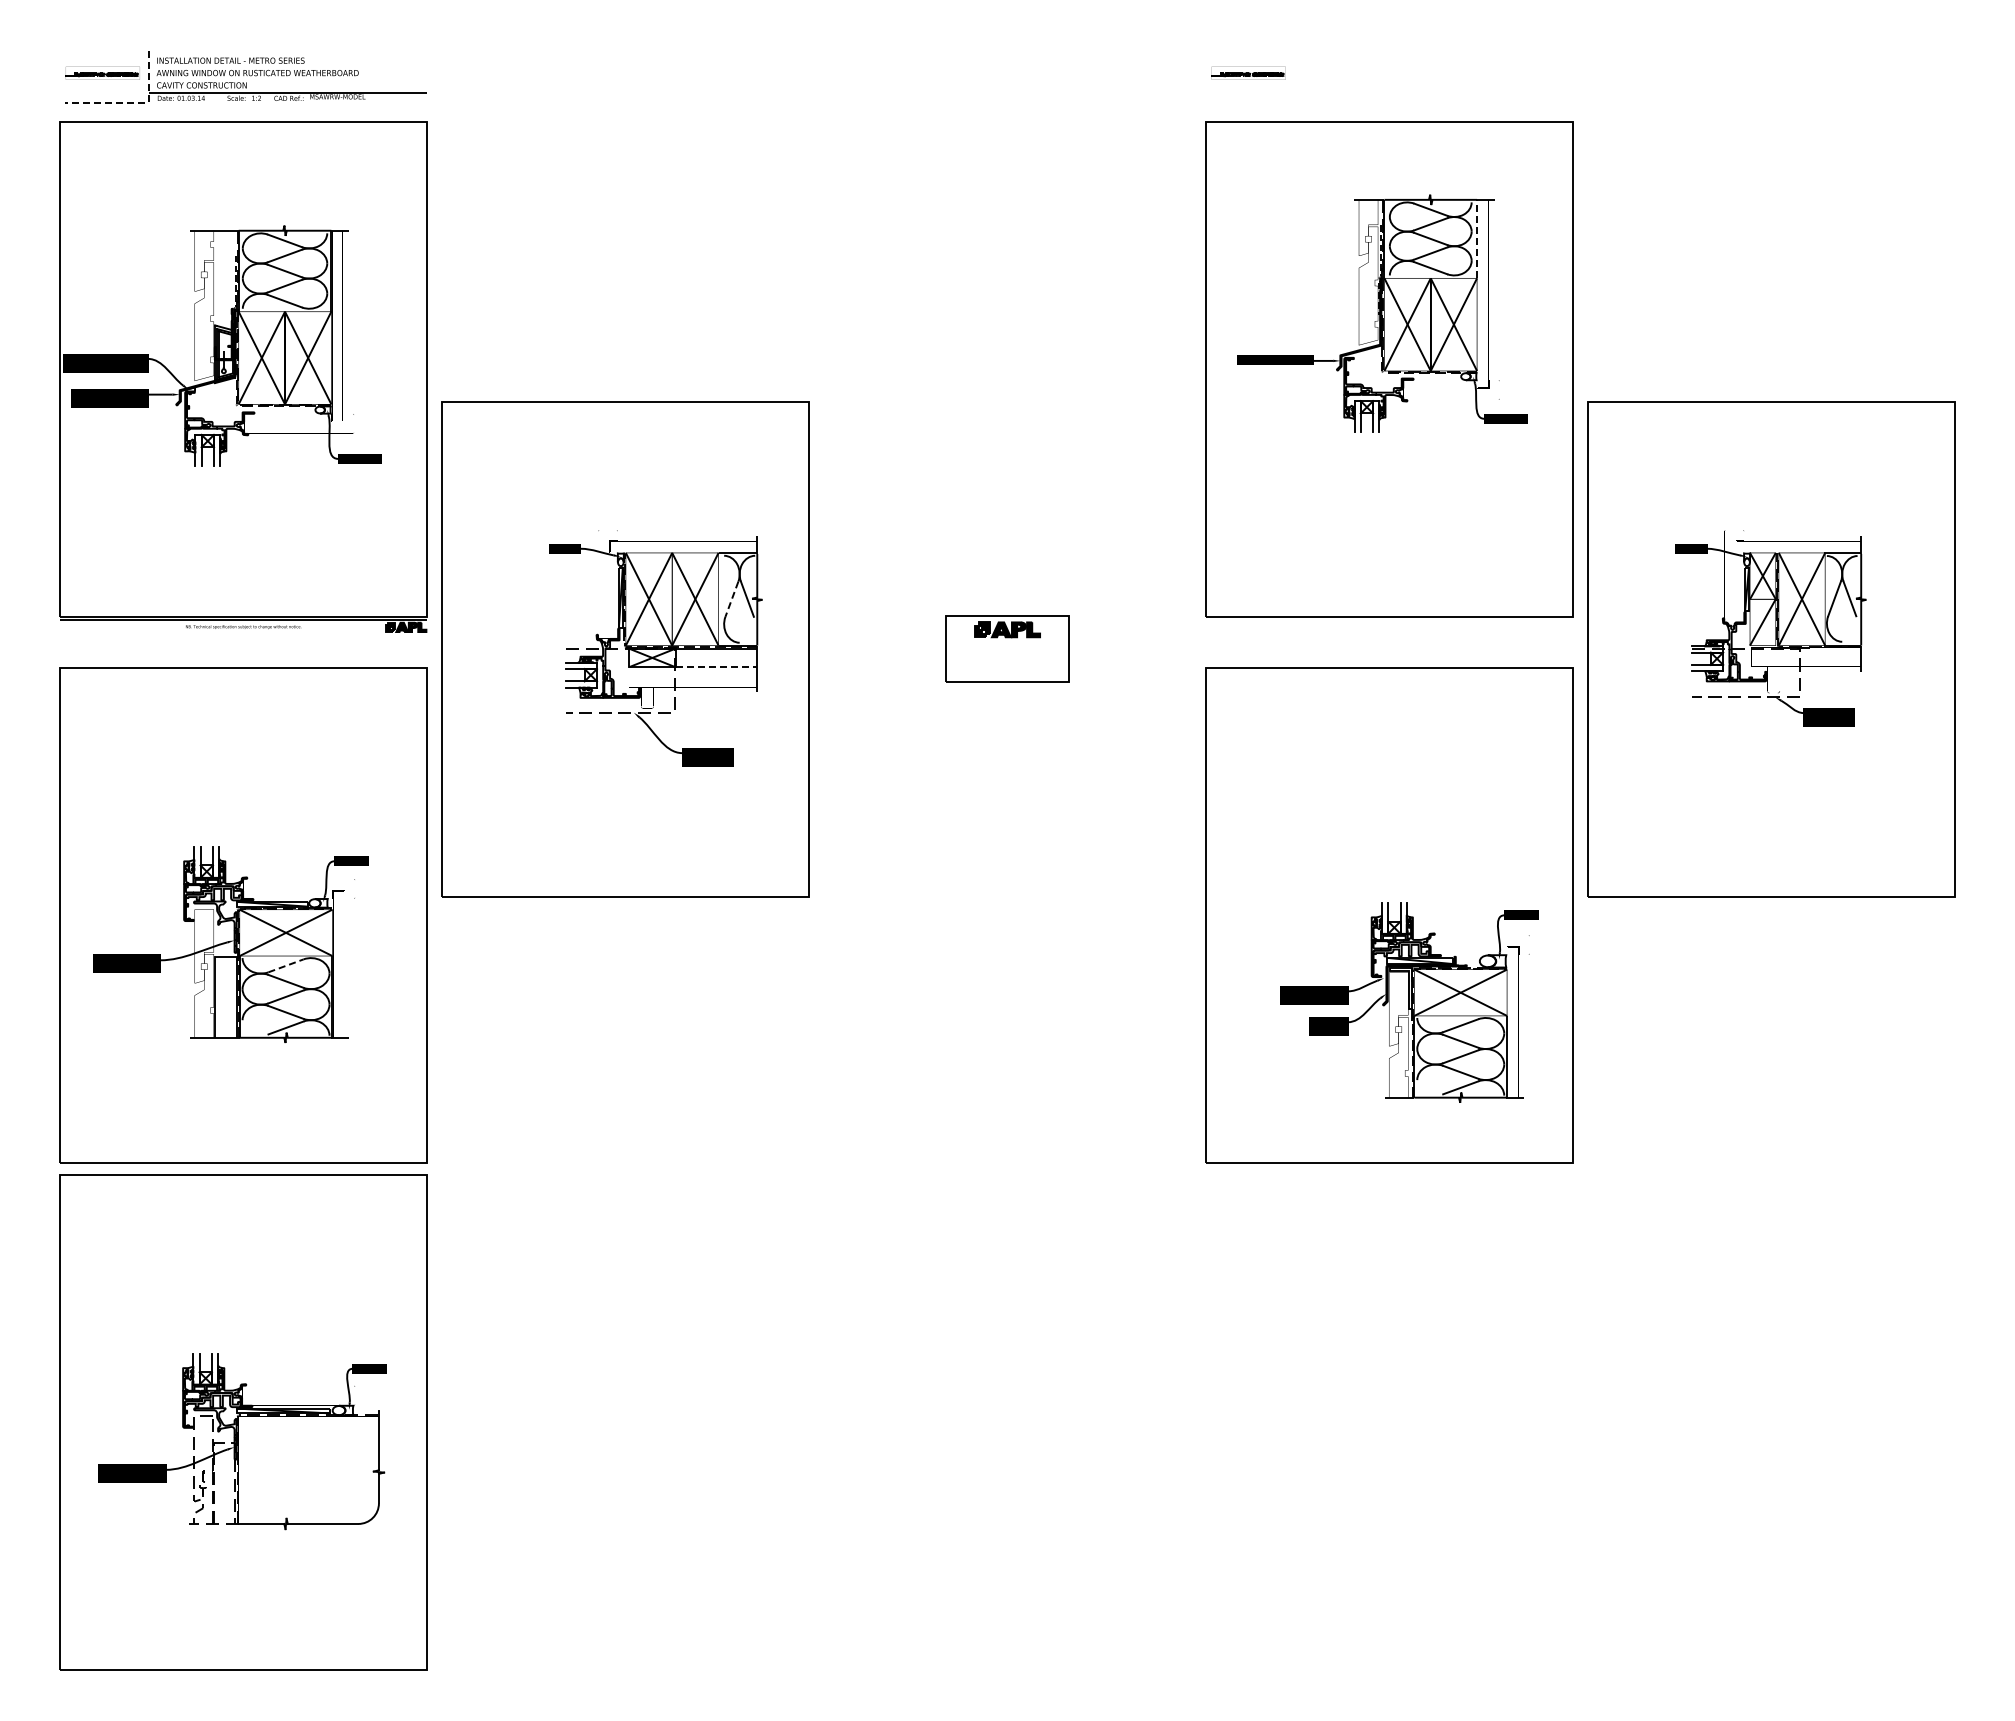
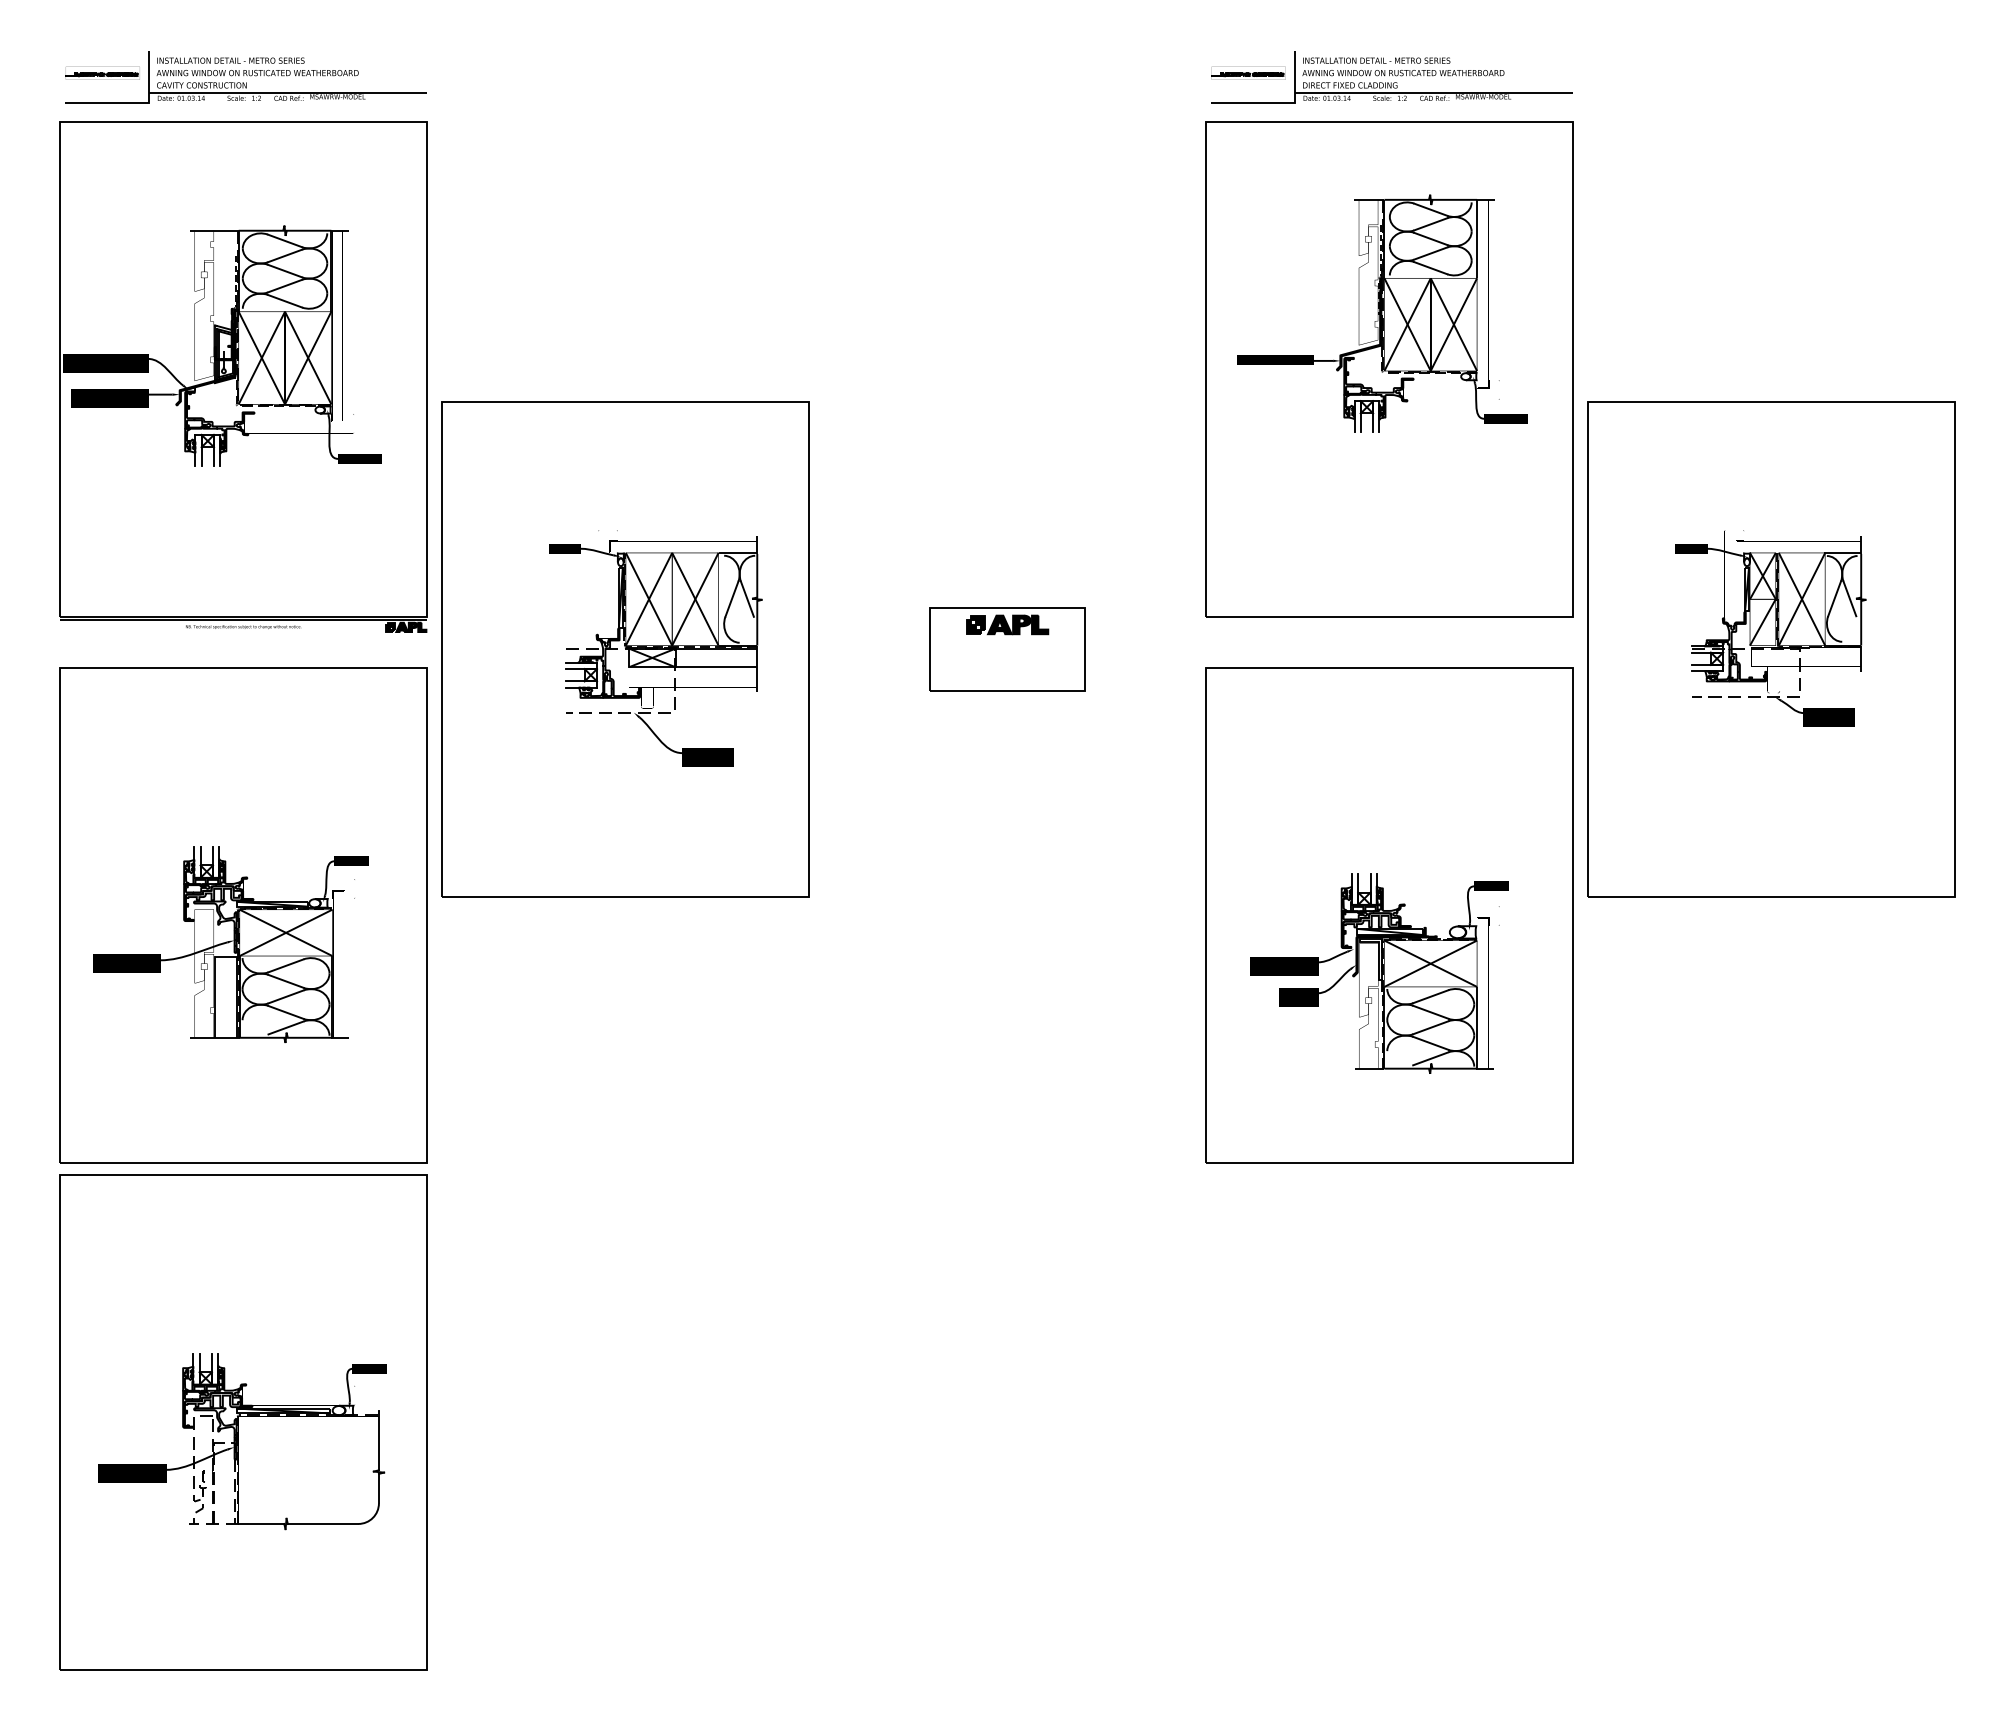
part at (1391, 77): none -> present
line at (133, 102): dashed -> solid
line at (1477, 238): dashed -> solid
line at (731, 599): dashed -> solid
part at (1007, 648) size: 125x68 px -> 157x85 px
line at (716, 667): dashed -> solid
line at (286, 965): dashed -> solid
part at (1409, 1002) position: (1409, 1002) -> (1379, 973)
